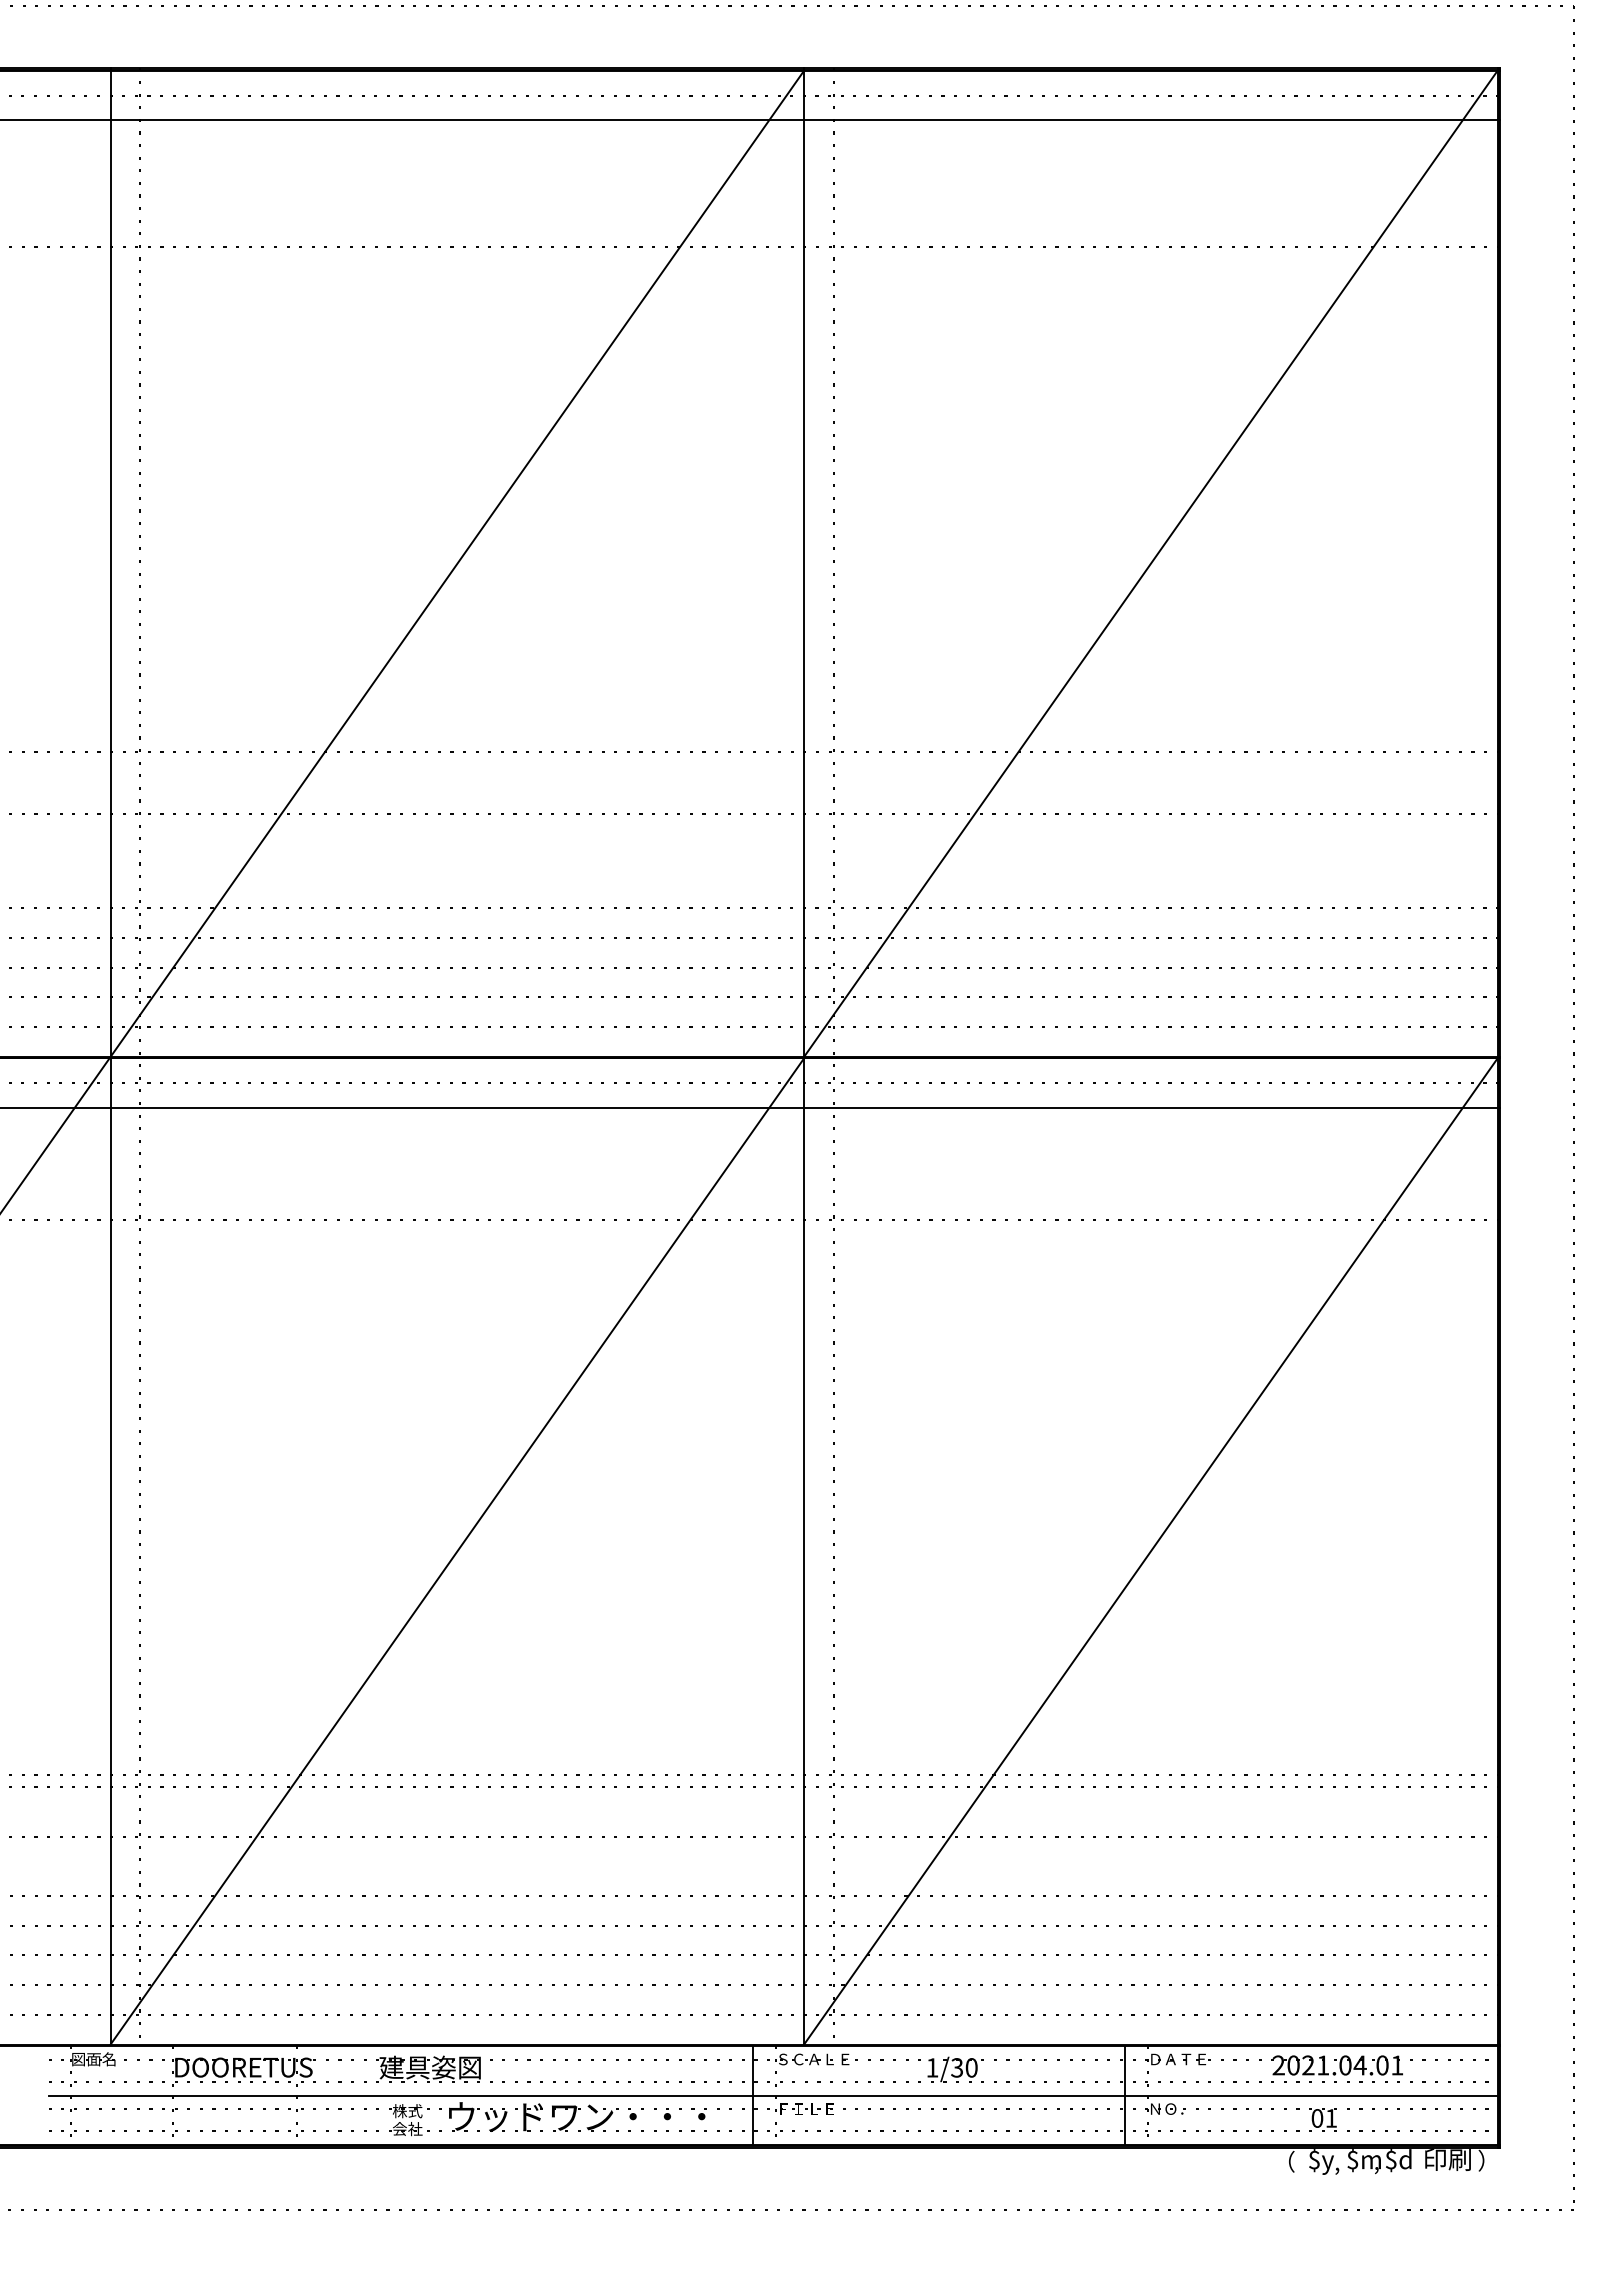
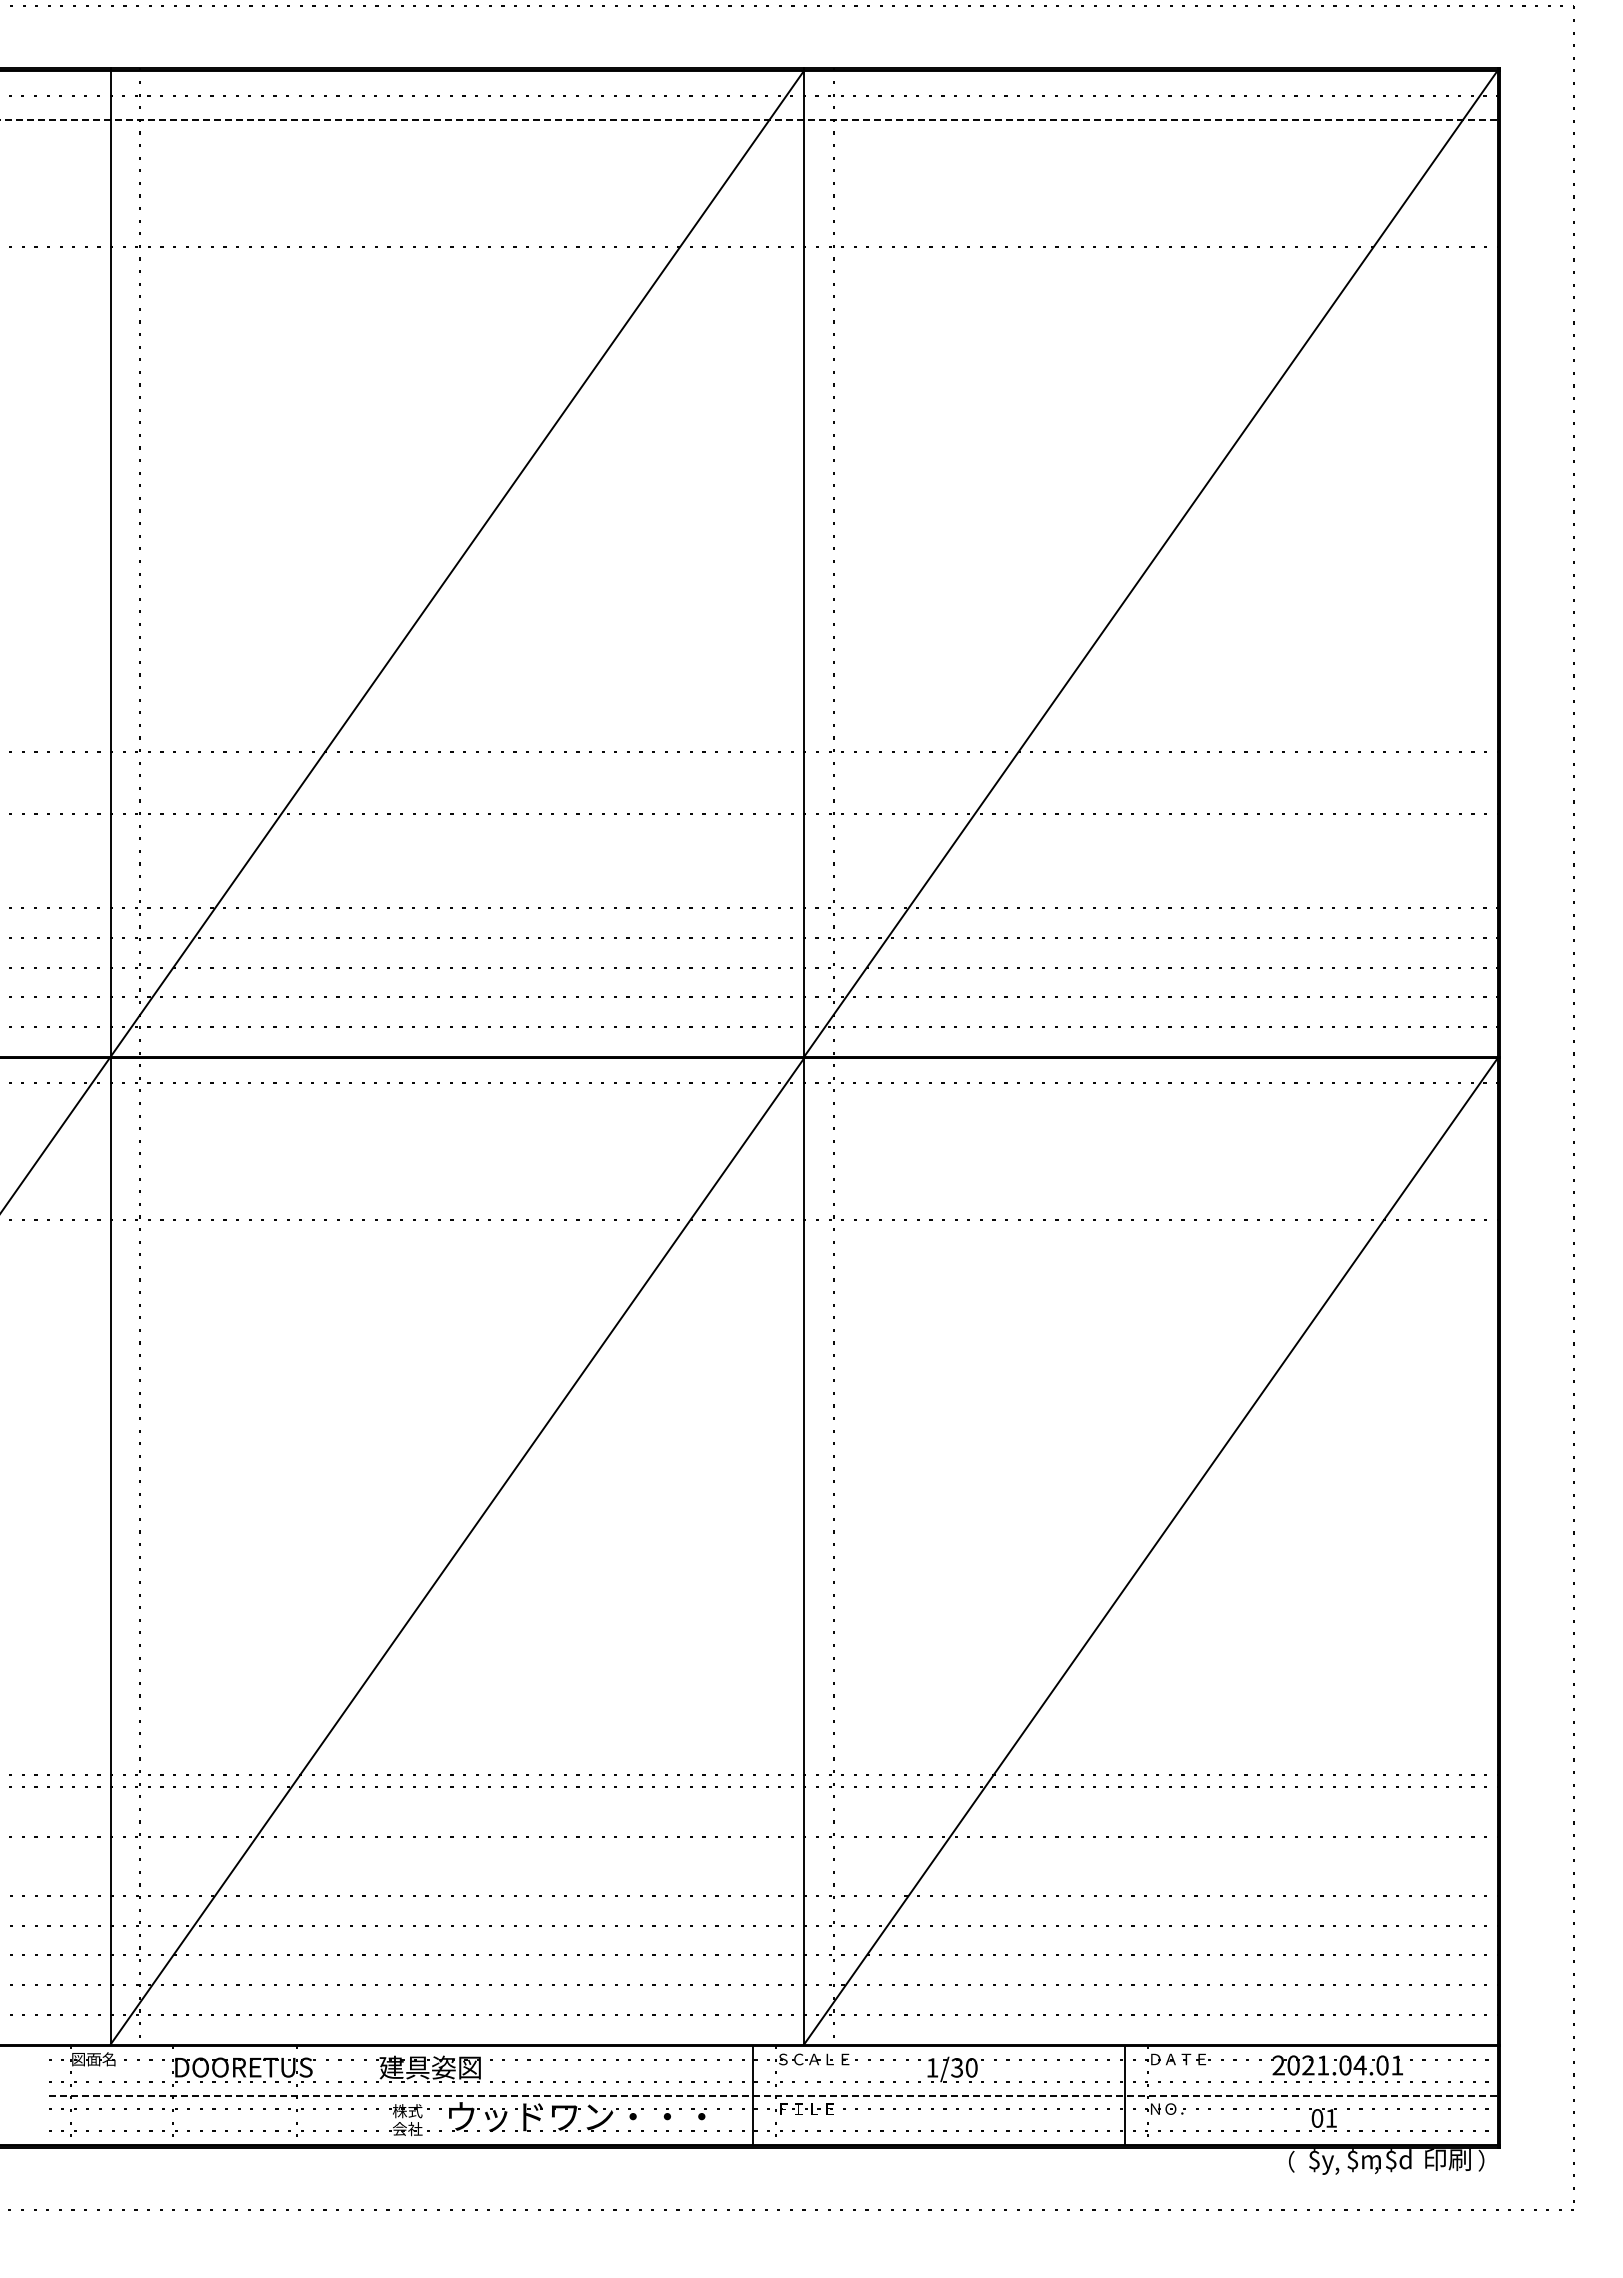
line at (750, 120): solid -> dashed
line at (751, 1108): present -> none
line at (773, 2095): solid -> dashed
